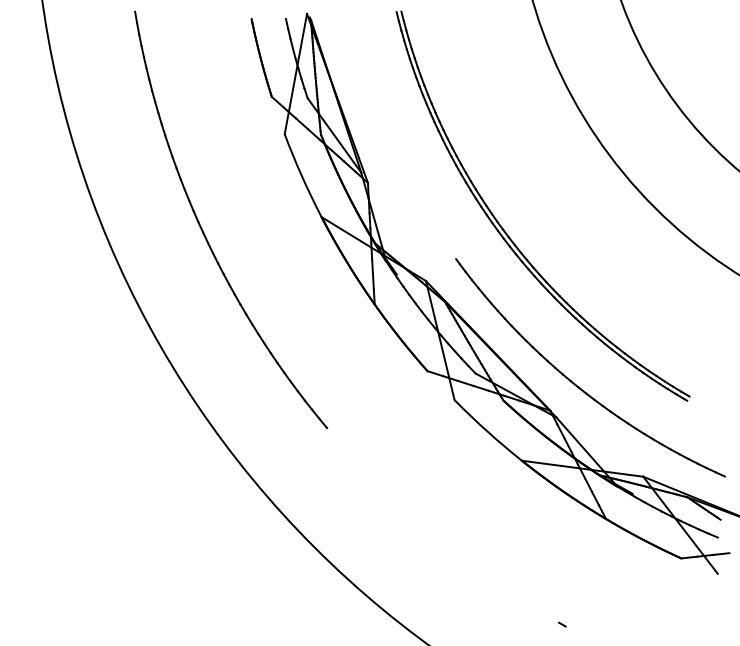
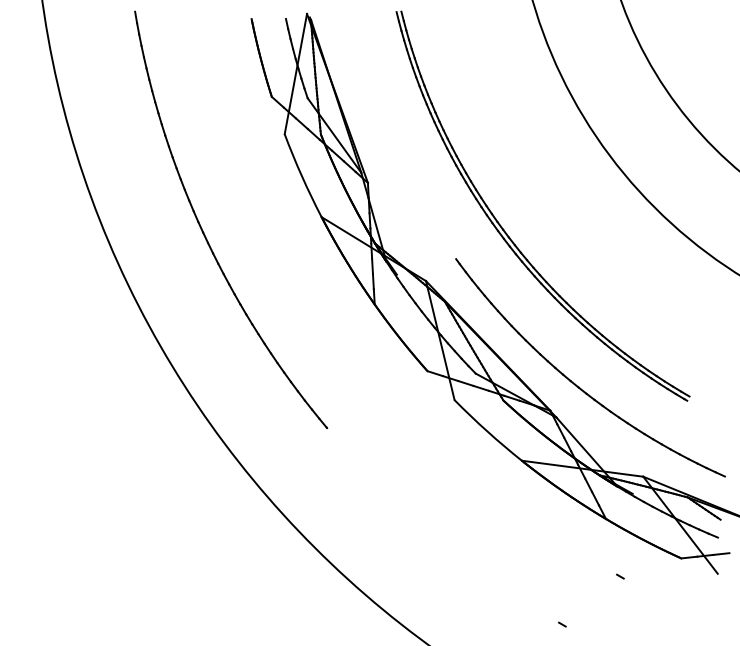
line at (620, 576): none -> present
